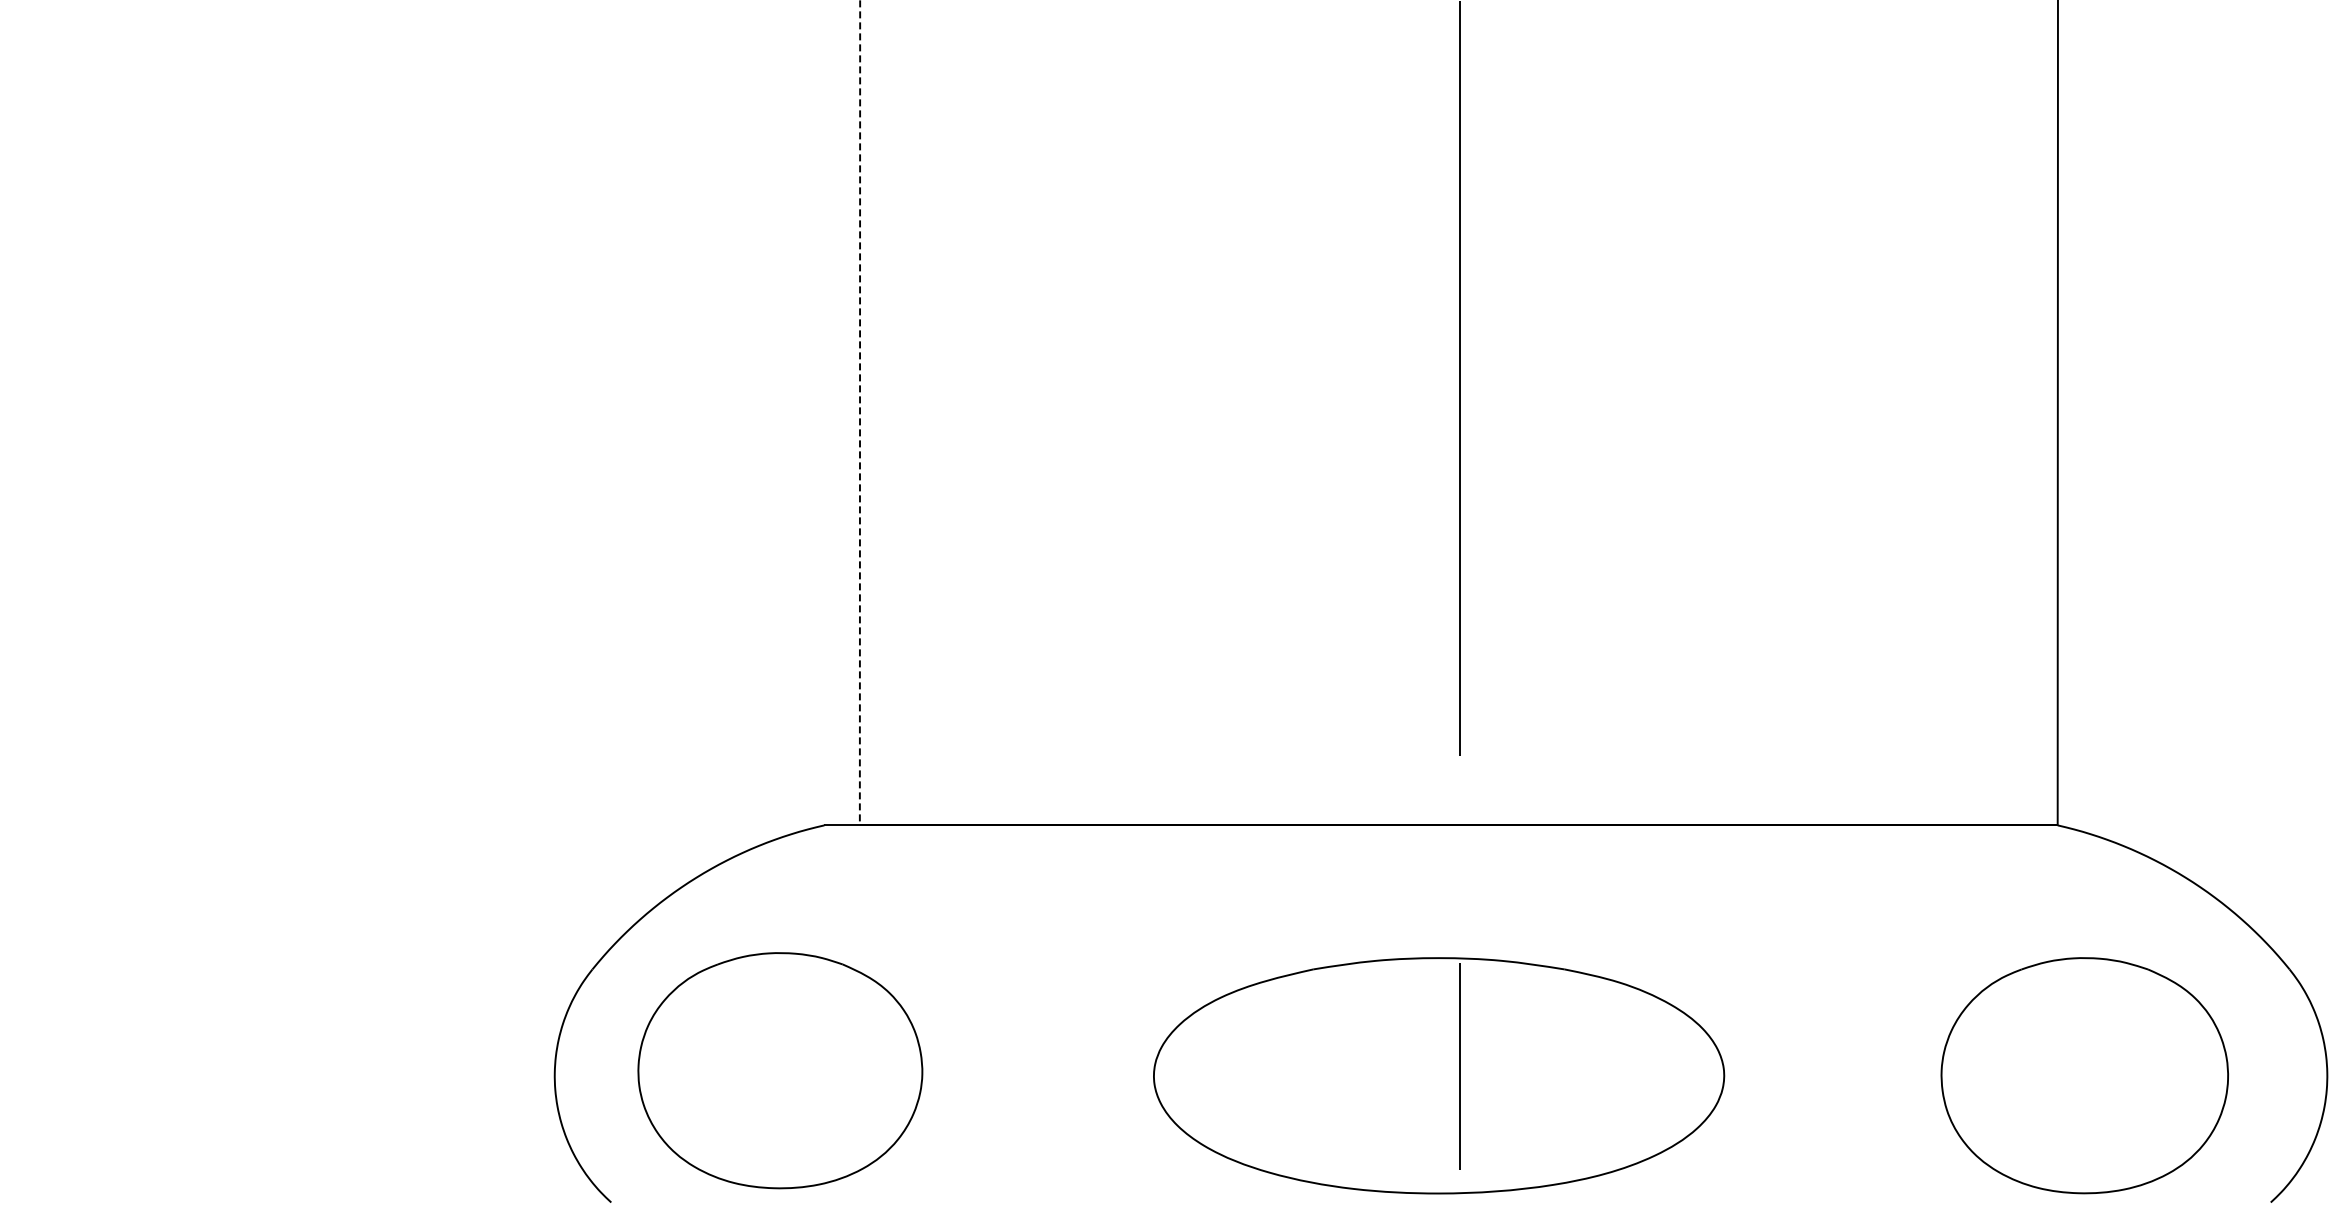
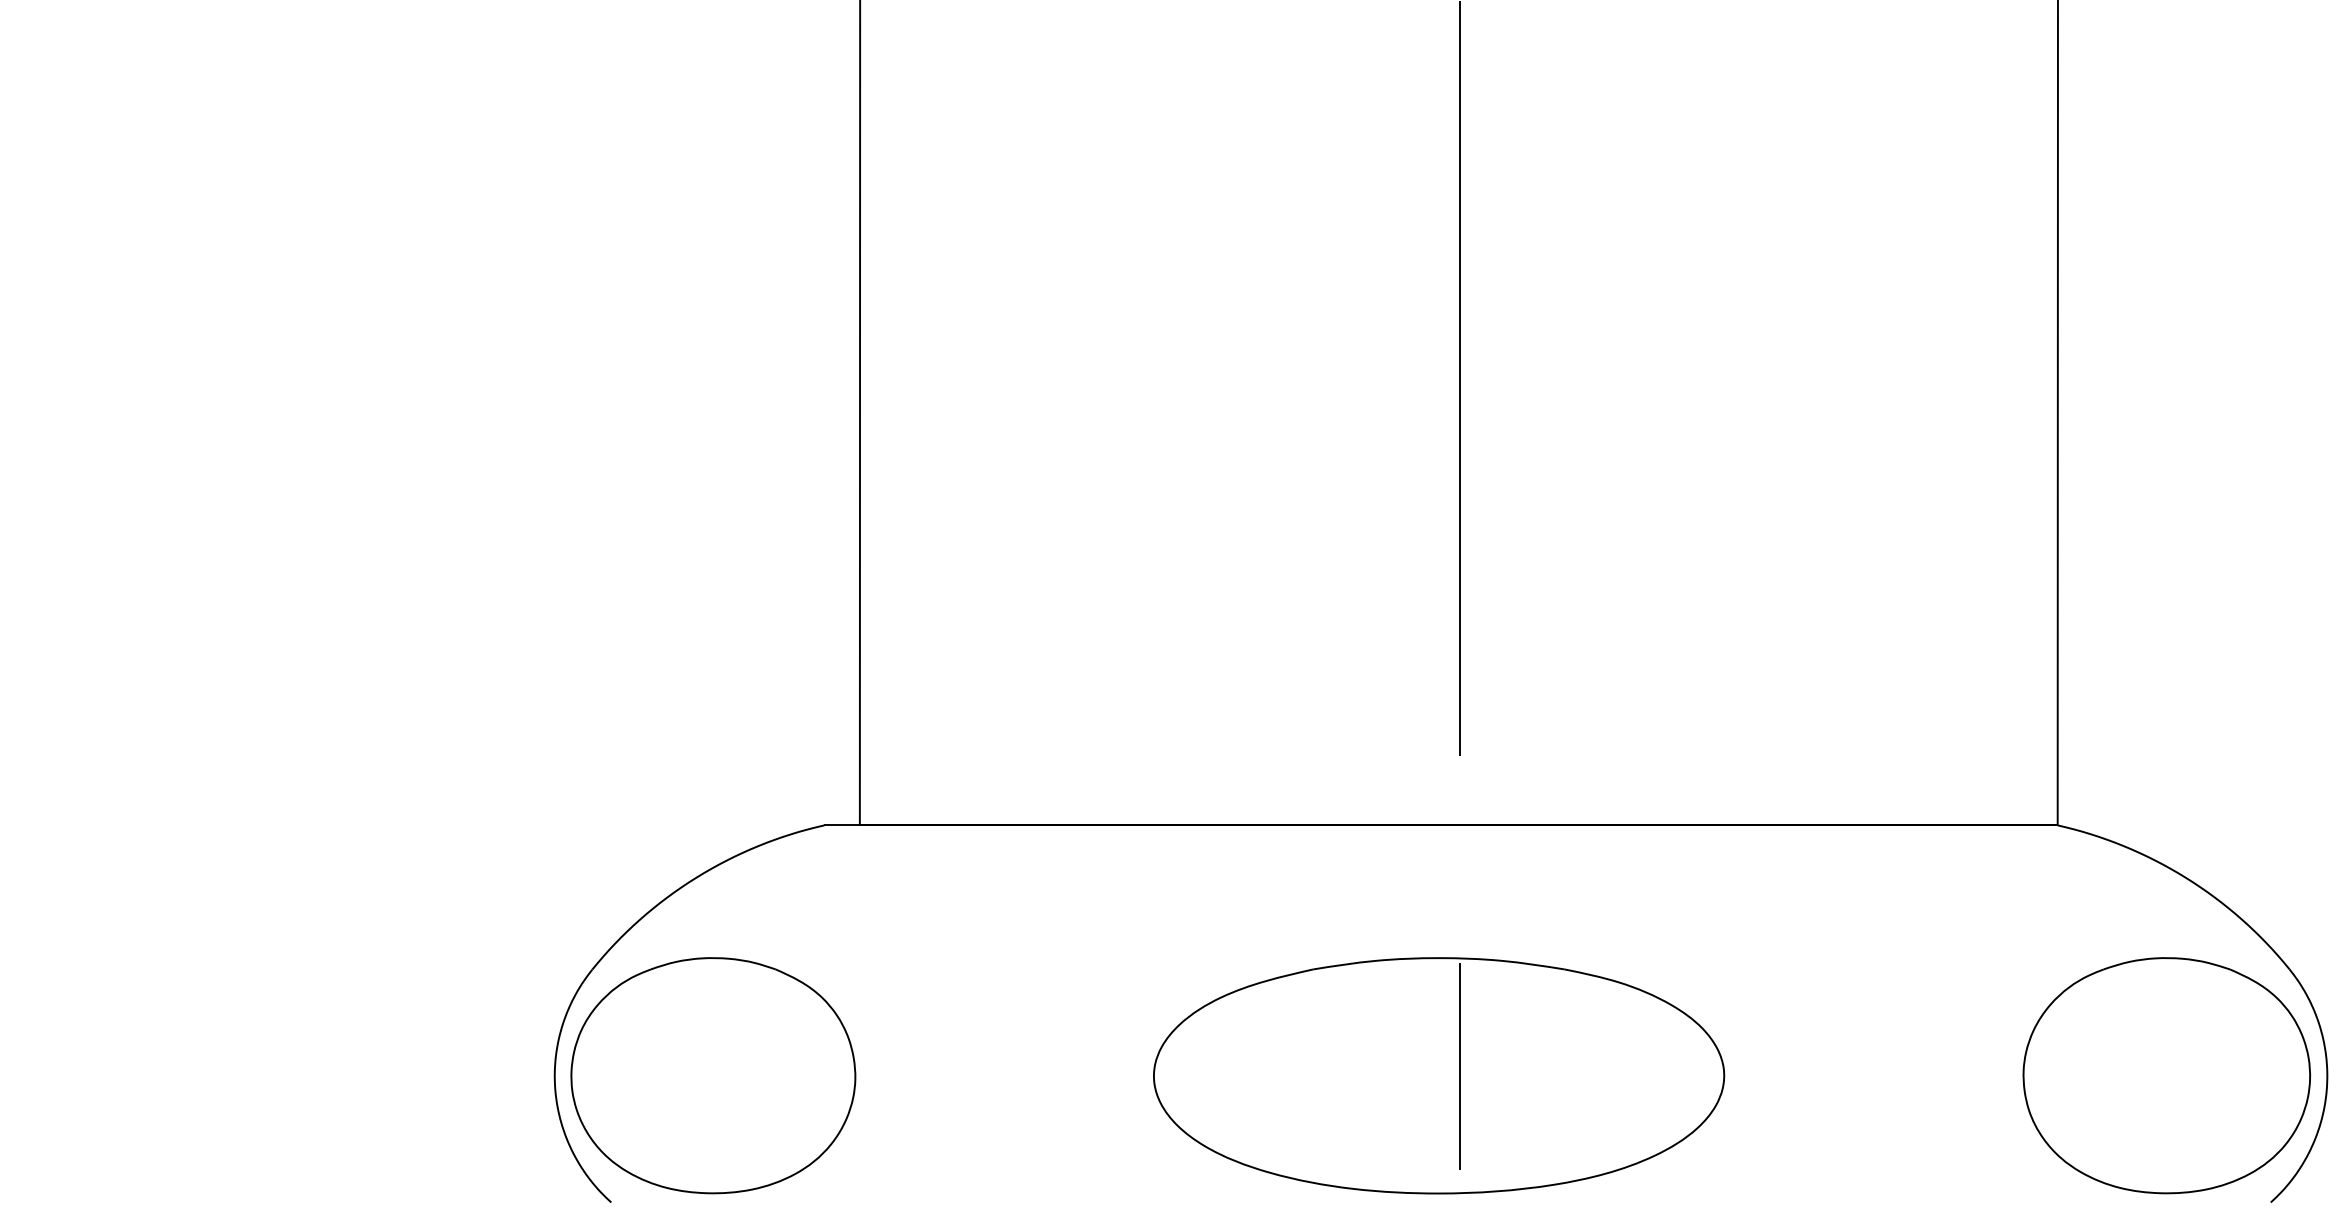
line at (860, 413): dashed -> solid
part at (780, 1070) position: (780, 1070) -> (713, 1075)
part at (2084, 1075) position: (2084, 1075) -> (2166, 1075)
